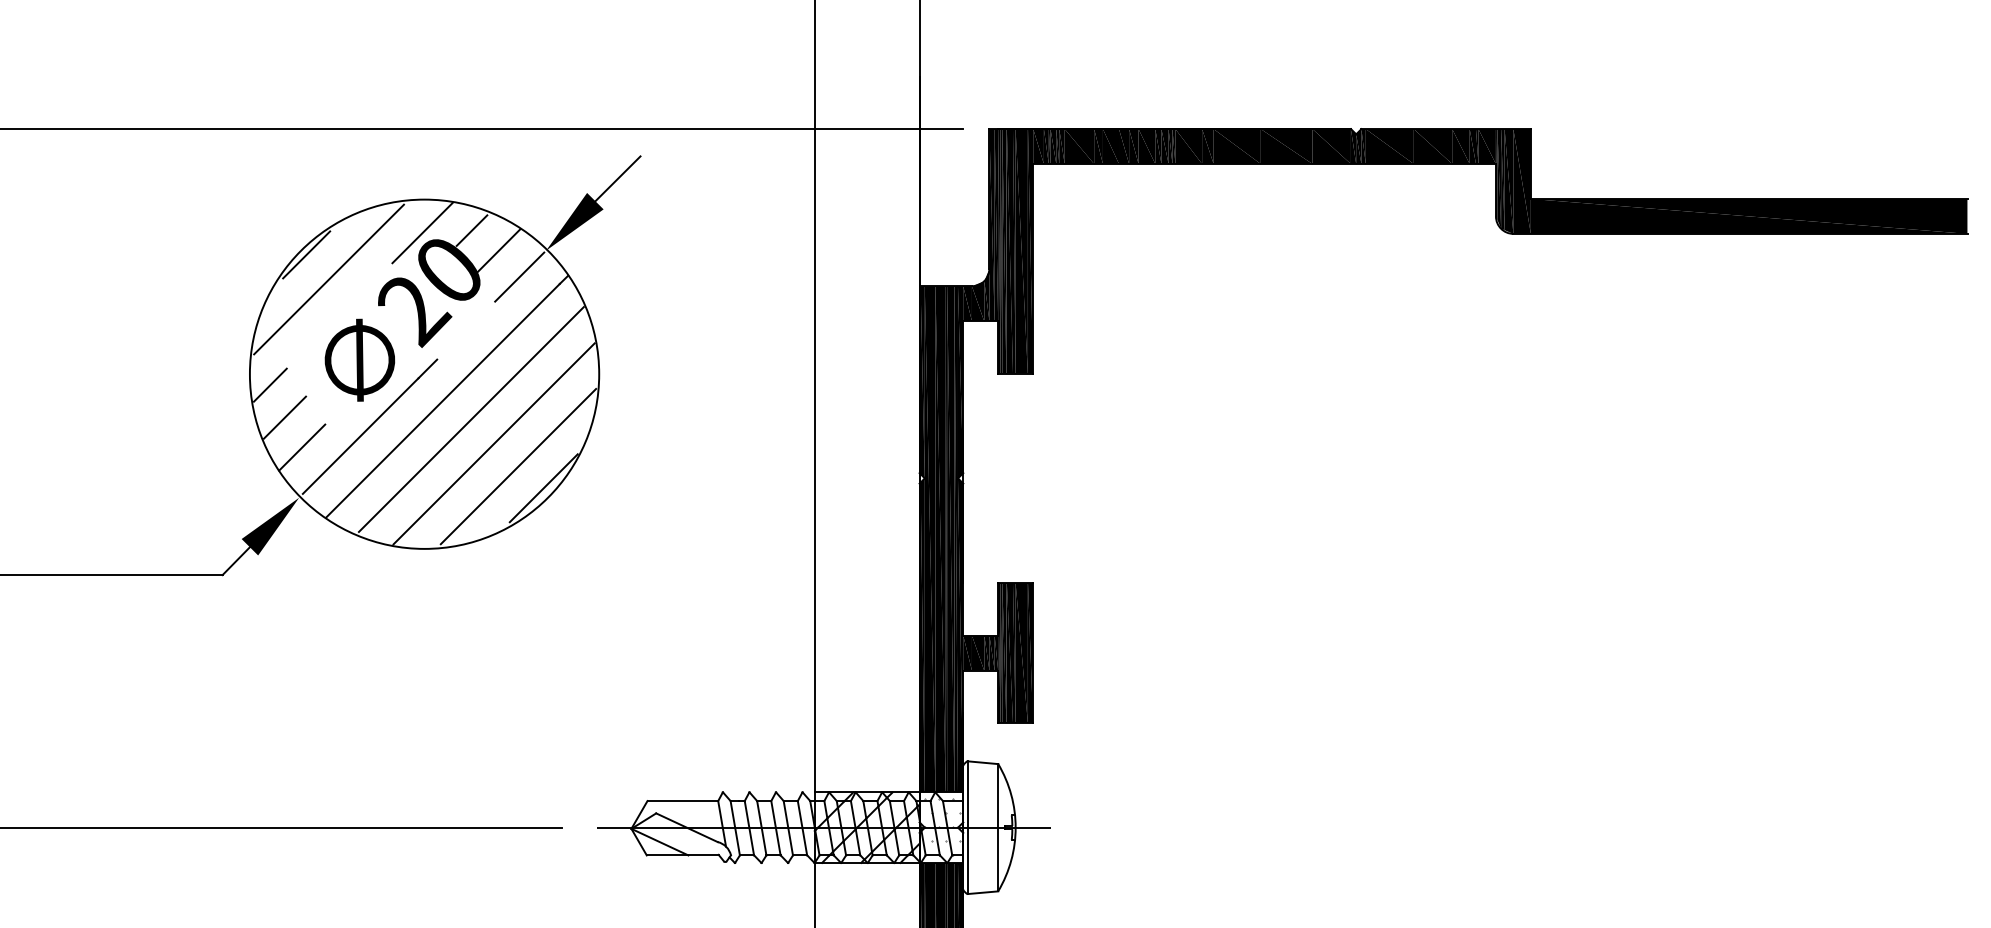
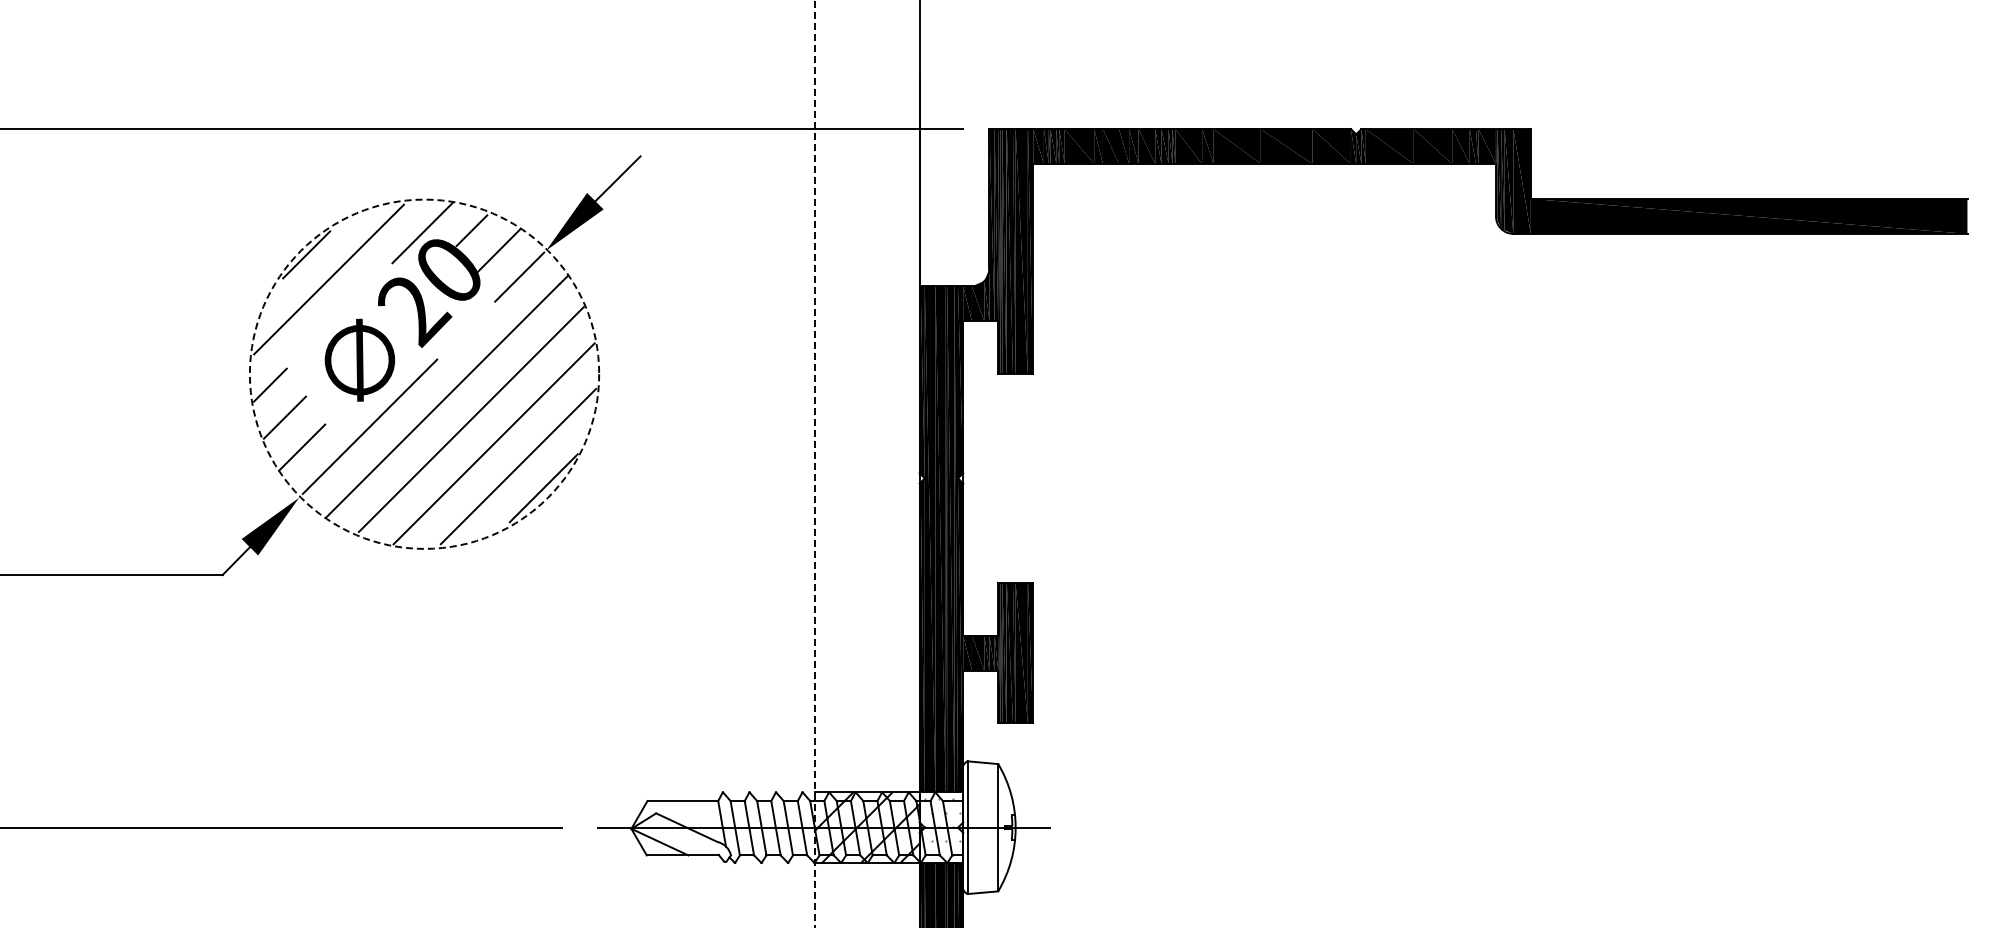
circle at (424, 373): solid -> dashed
line at (814, 463): solid -> dashed
